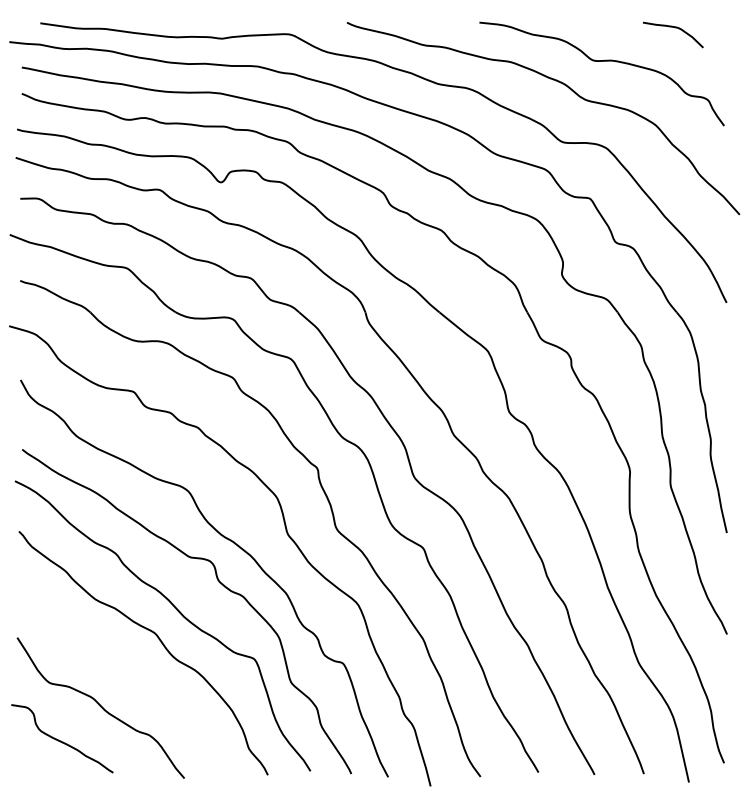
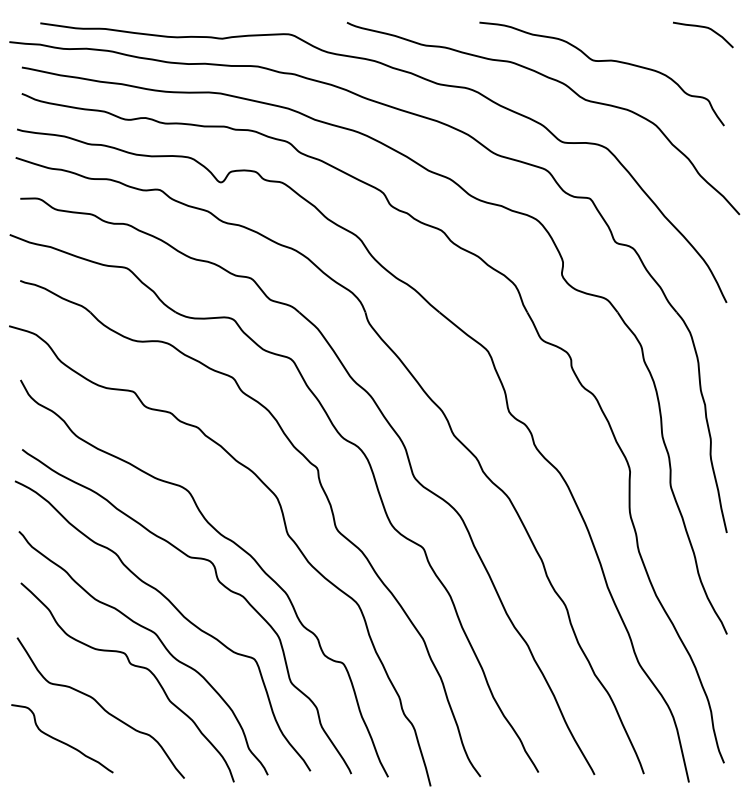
curve at (675, 28) position: (675, 28) -> (705, 28)
curve at (133, 666): none -> present
